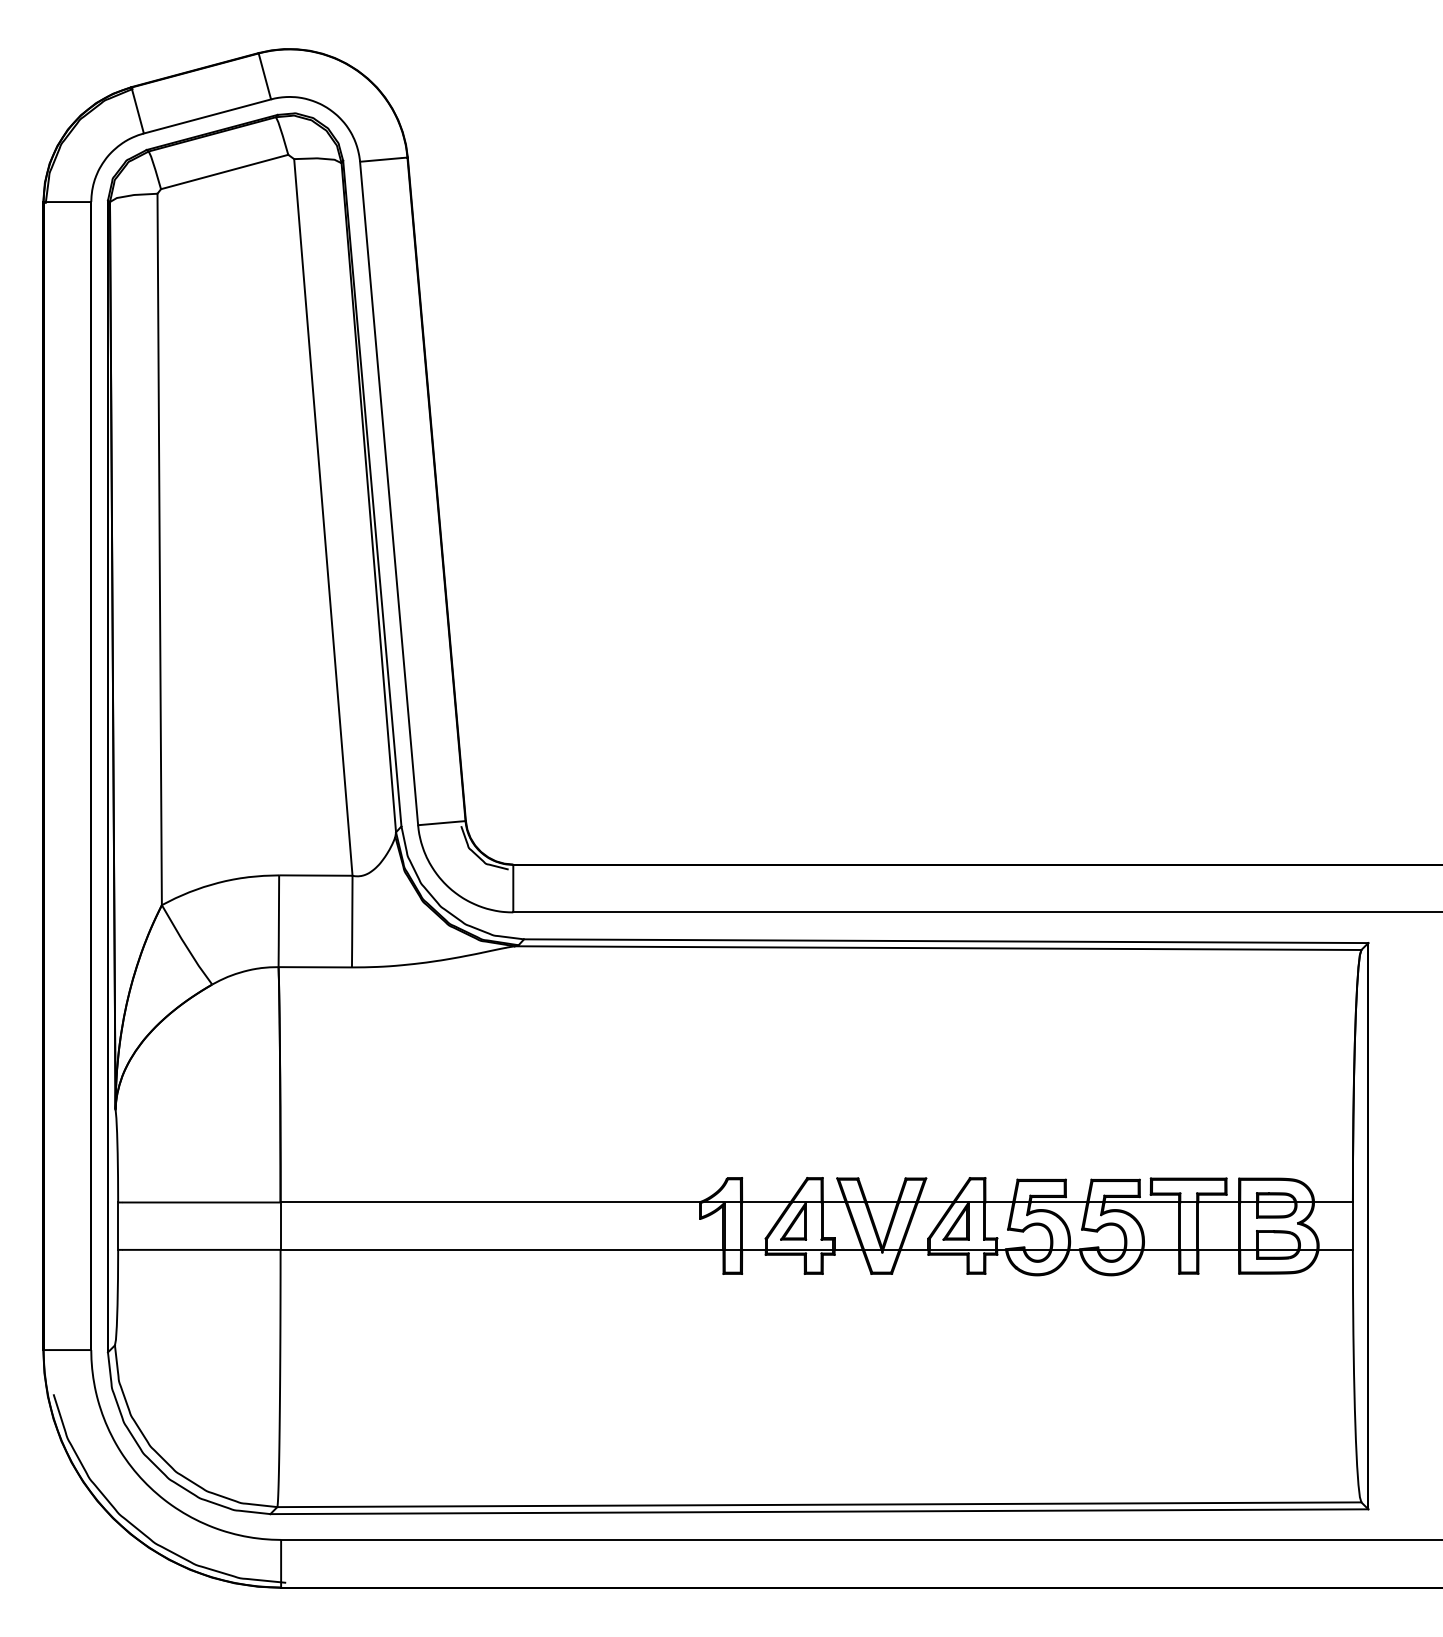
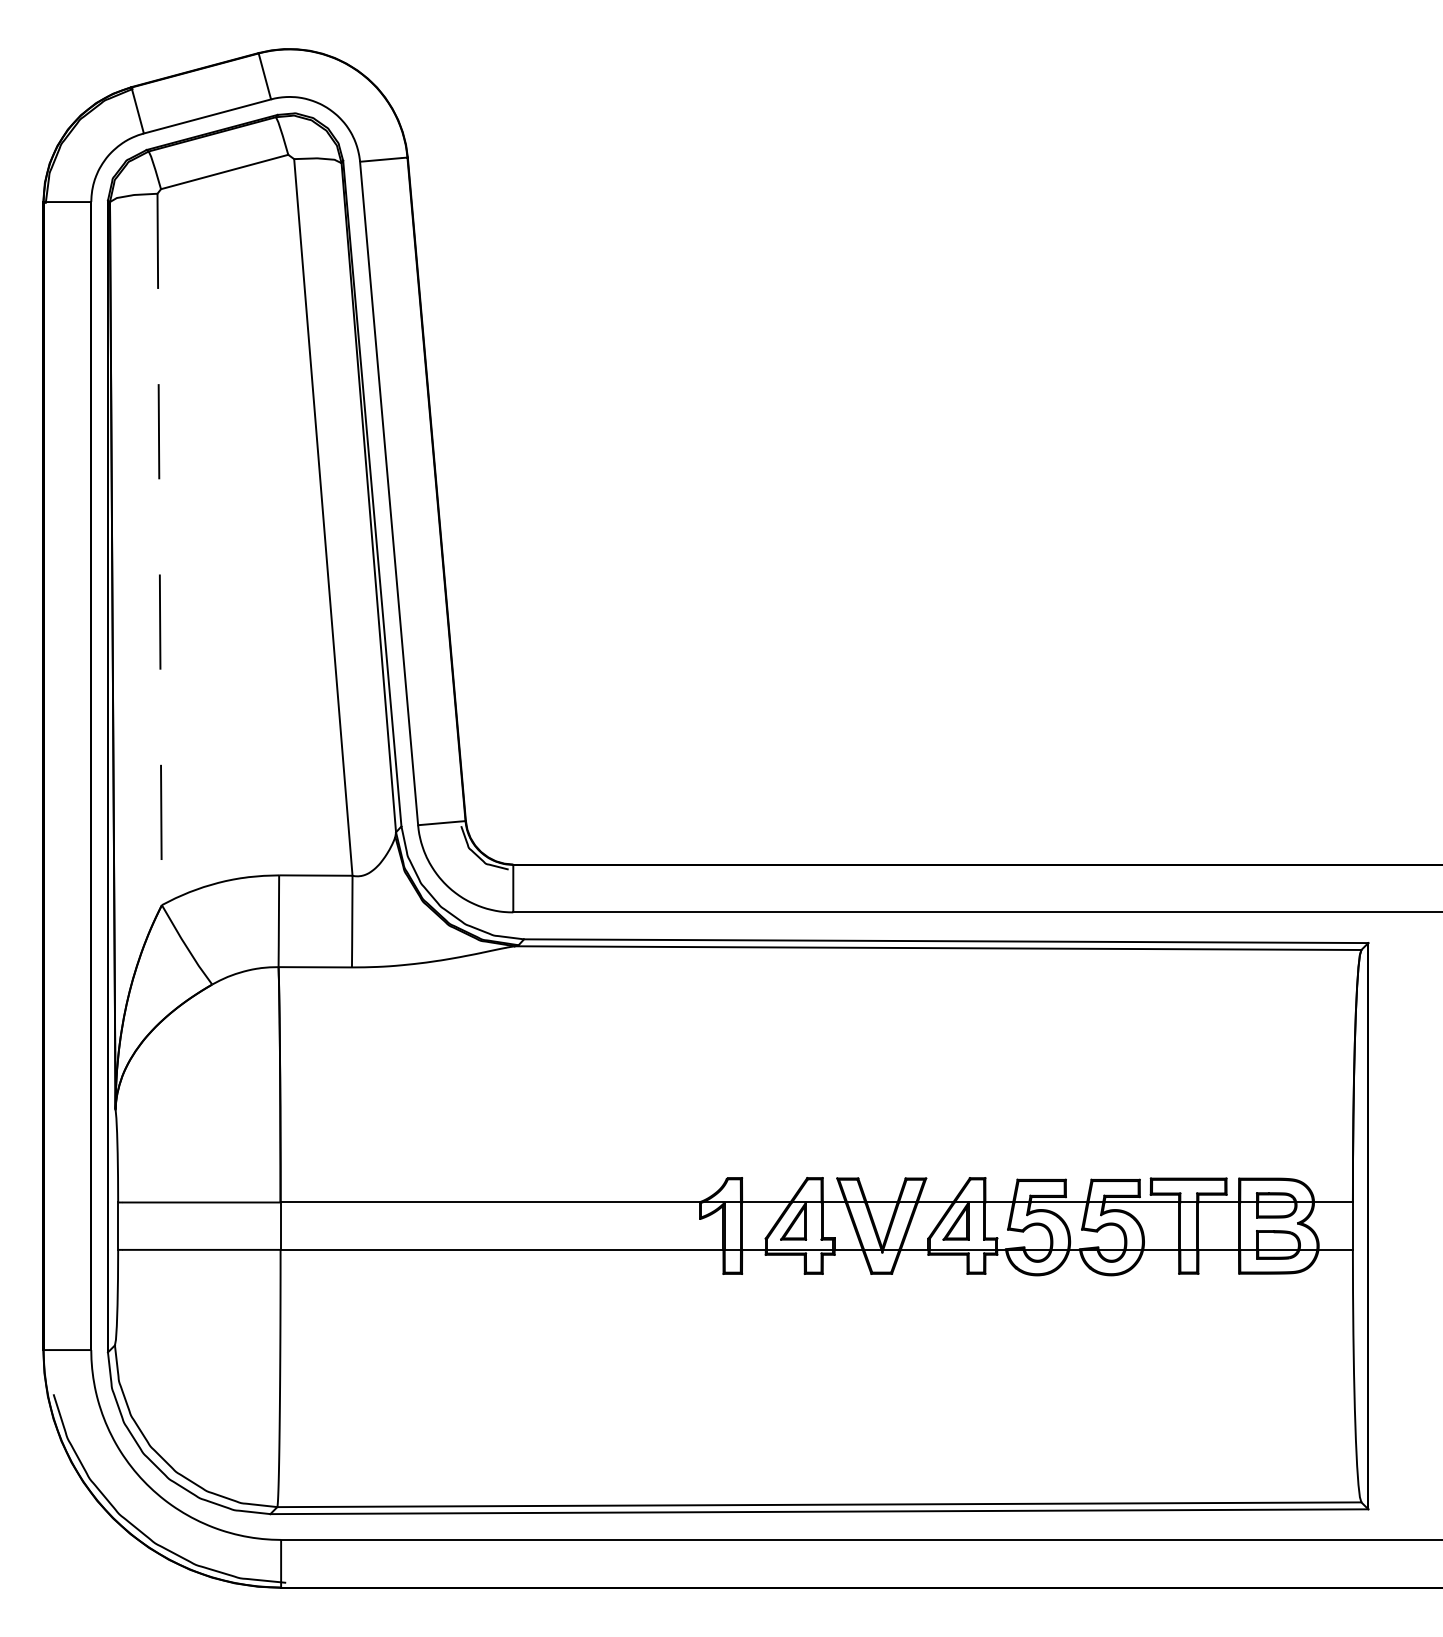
line at (159, 549): solid -> dashed
